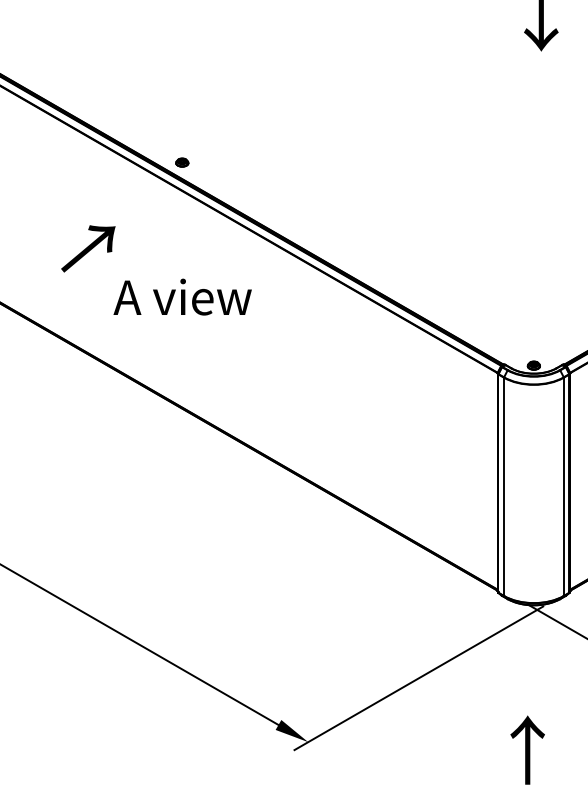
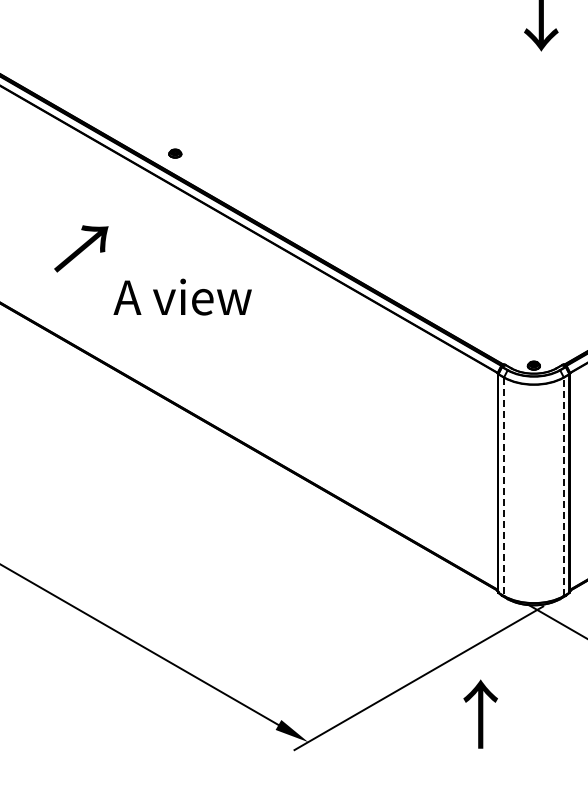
part at (182, 162) position: (182, 162) -> (175, 153)
text at (88, 248) position: (88, 248) -> (81, 248)
line at (563, 486): solid -> dashed
line at (504, 487): solid -> dashed
text at (527, 749) position: (527, 749) -> (480, 713)
